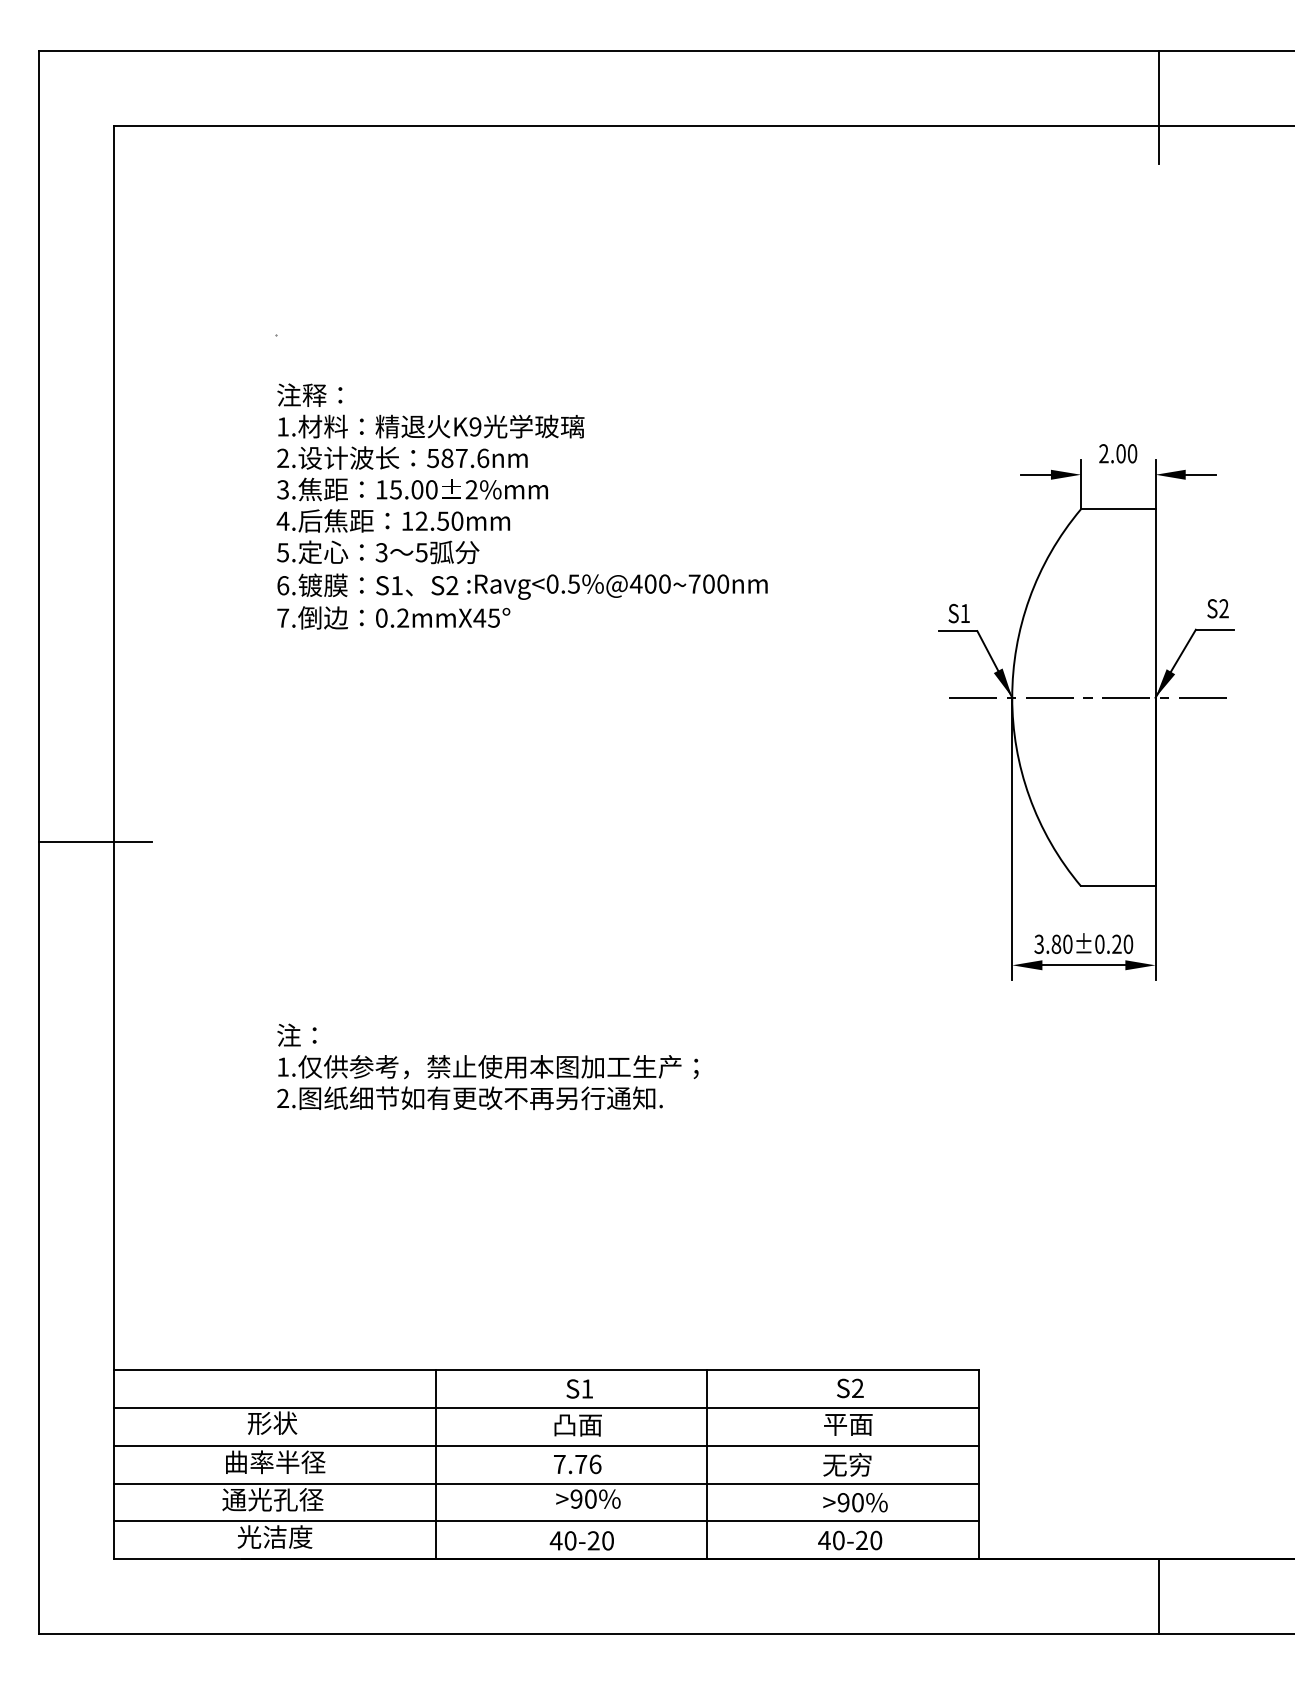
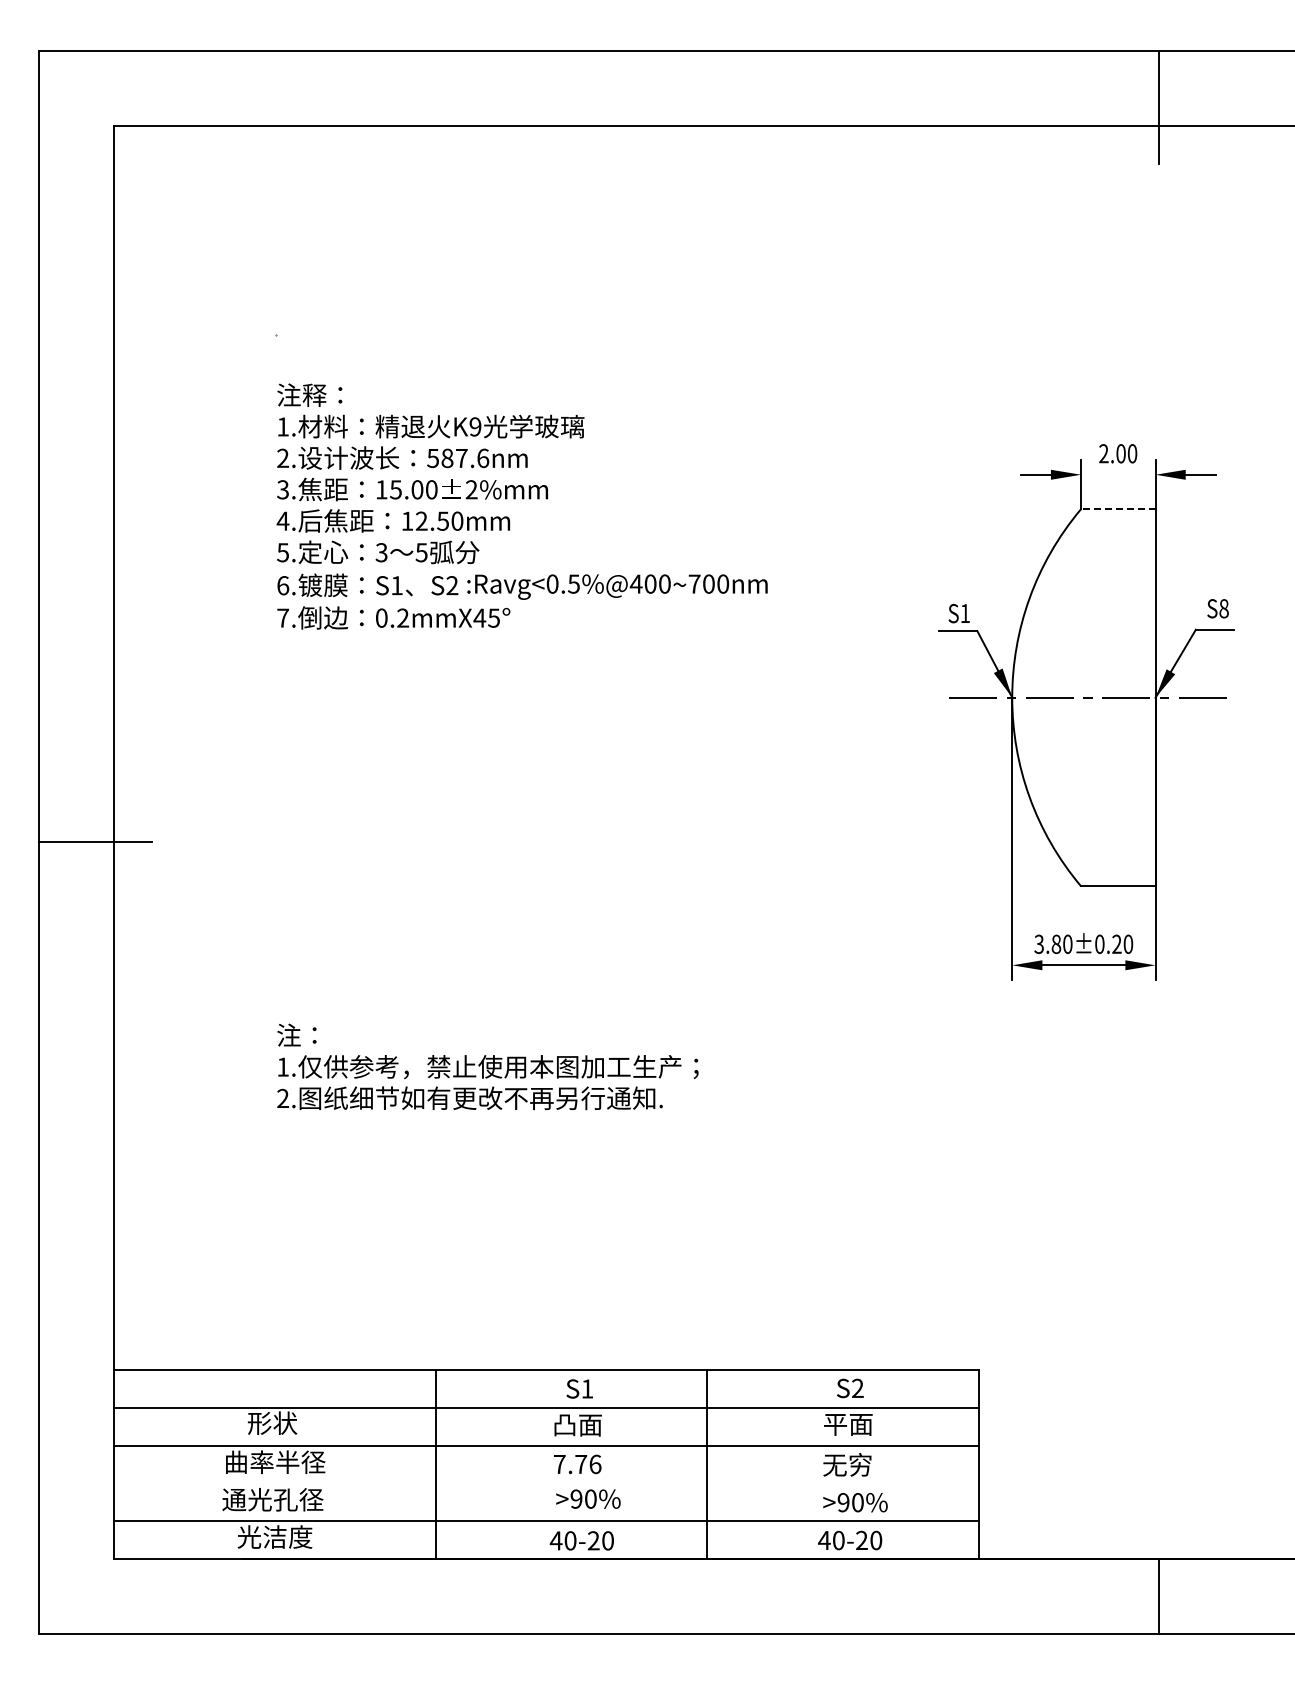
line at (1117, 509): solid -> dashed
text at (1223, 608): S2 -> S8
line at (546, 1483): present -> none
